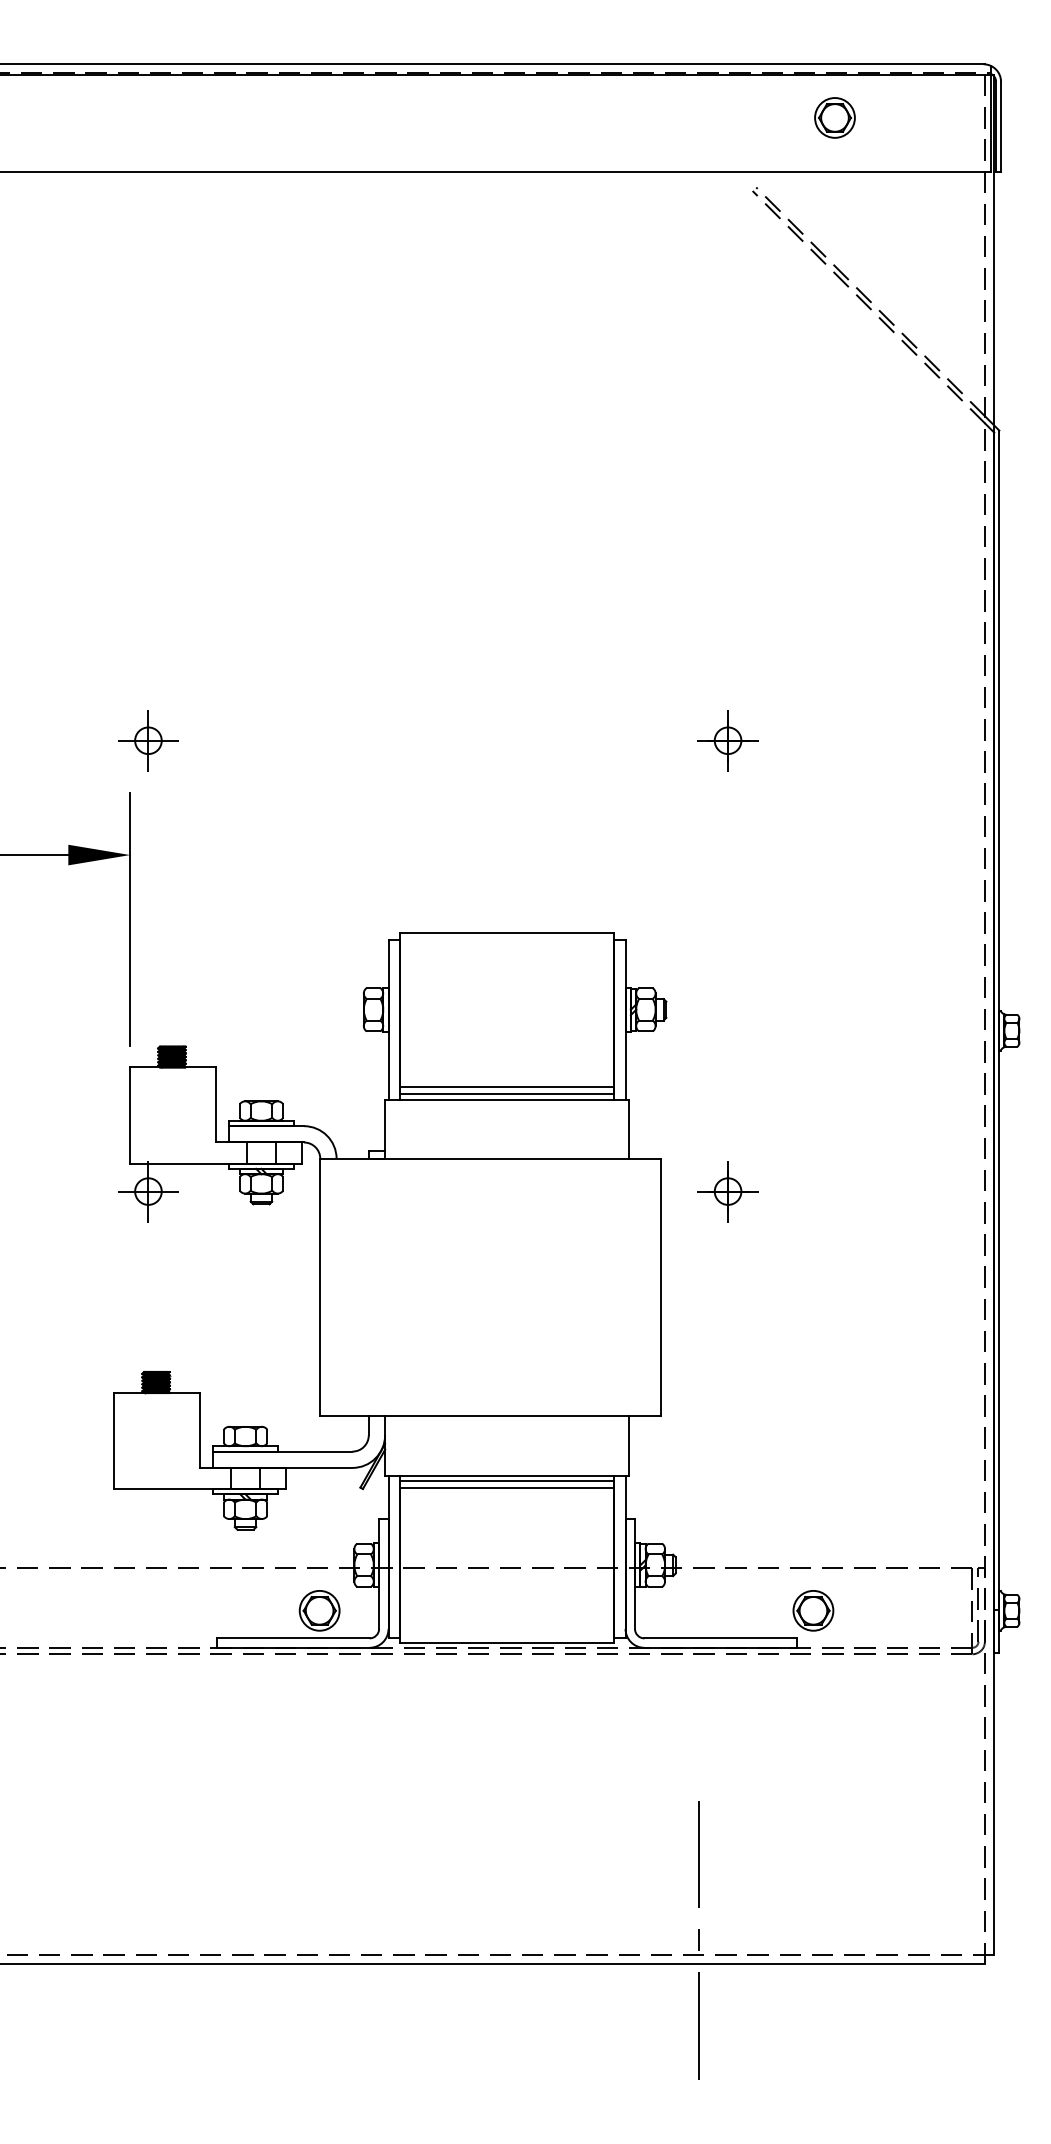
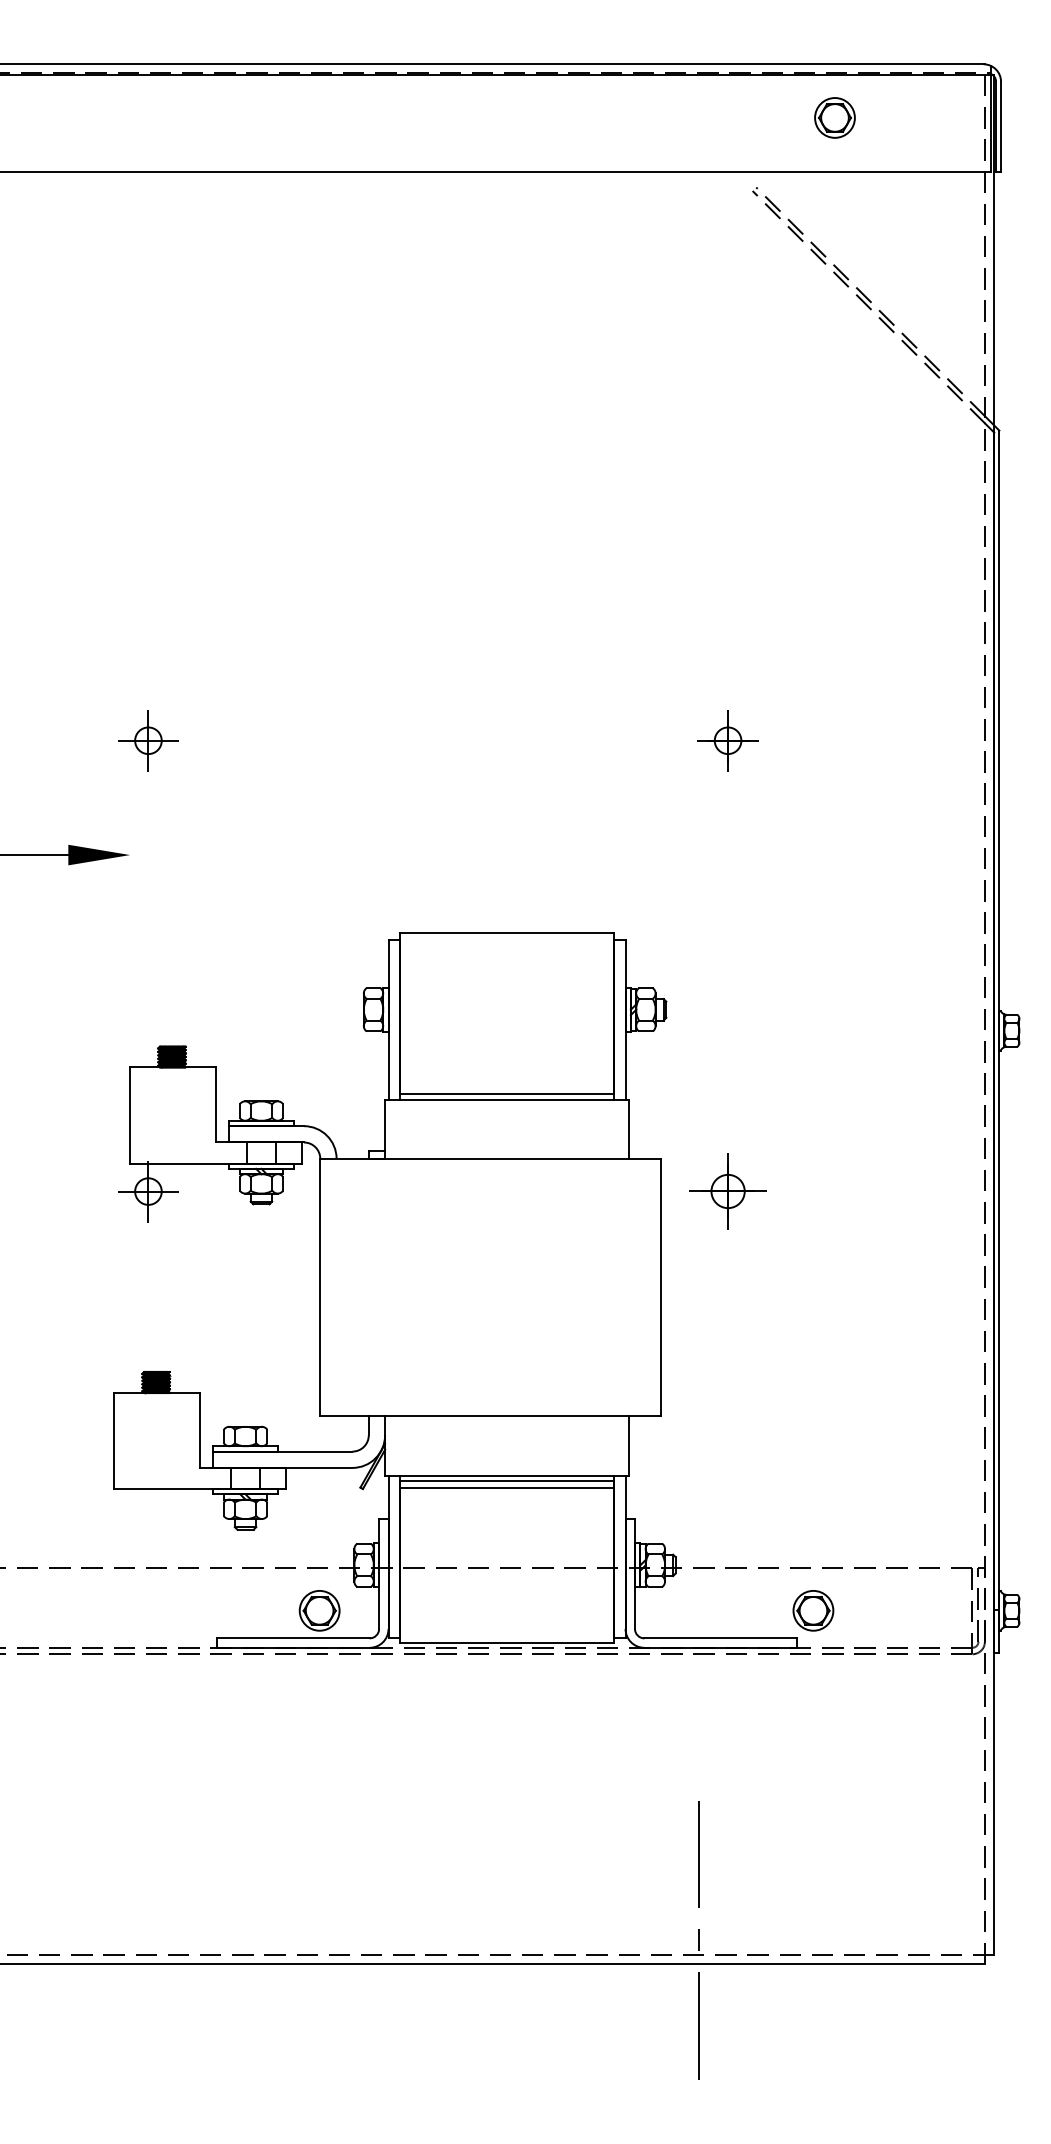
line at (130, 919): present -> none
line at (506, 1087): present -> none
part at (727, 1191) size: 62x62 px -> 78x77 px
